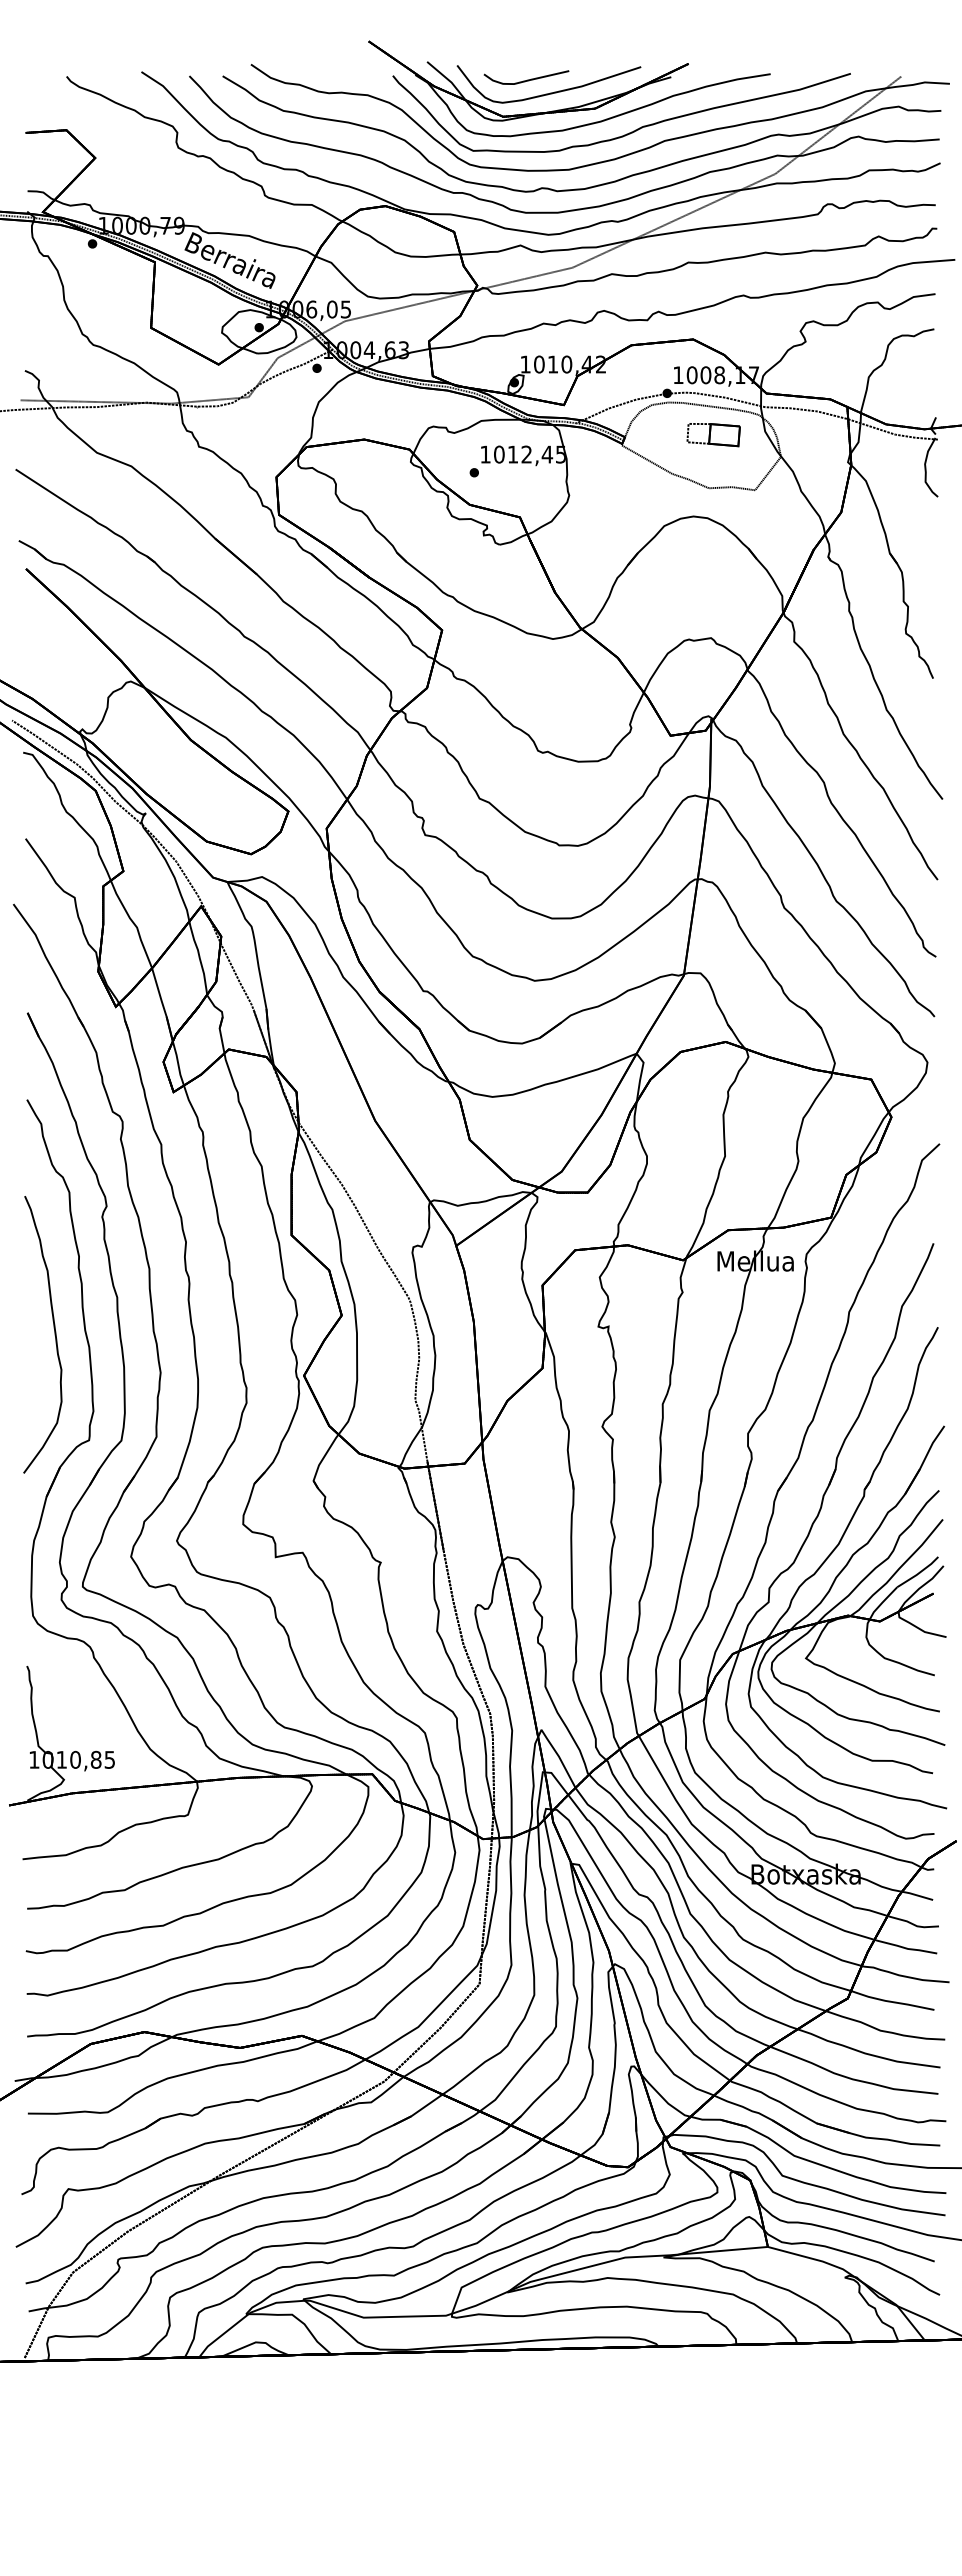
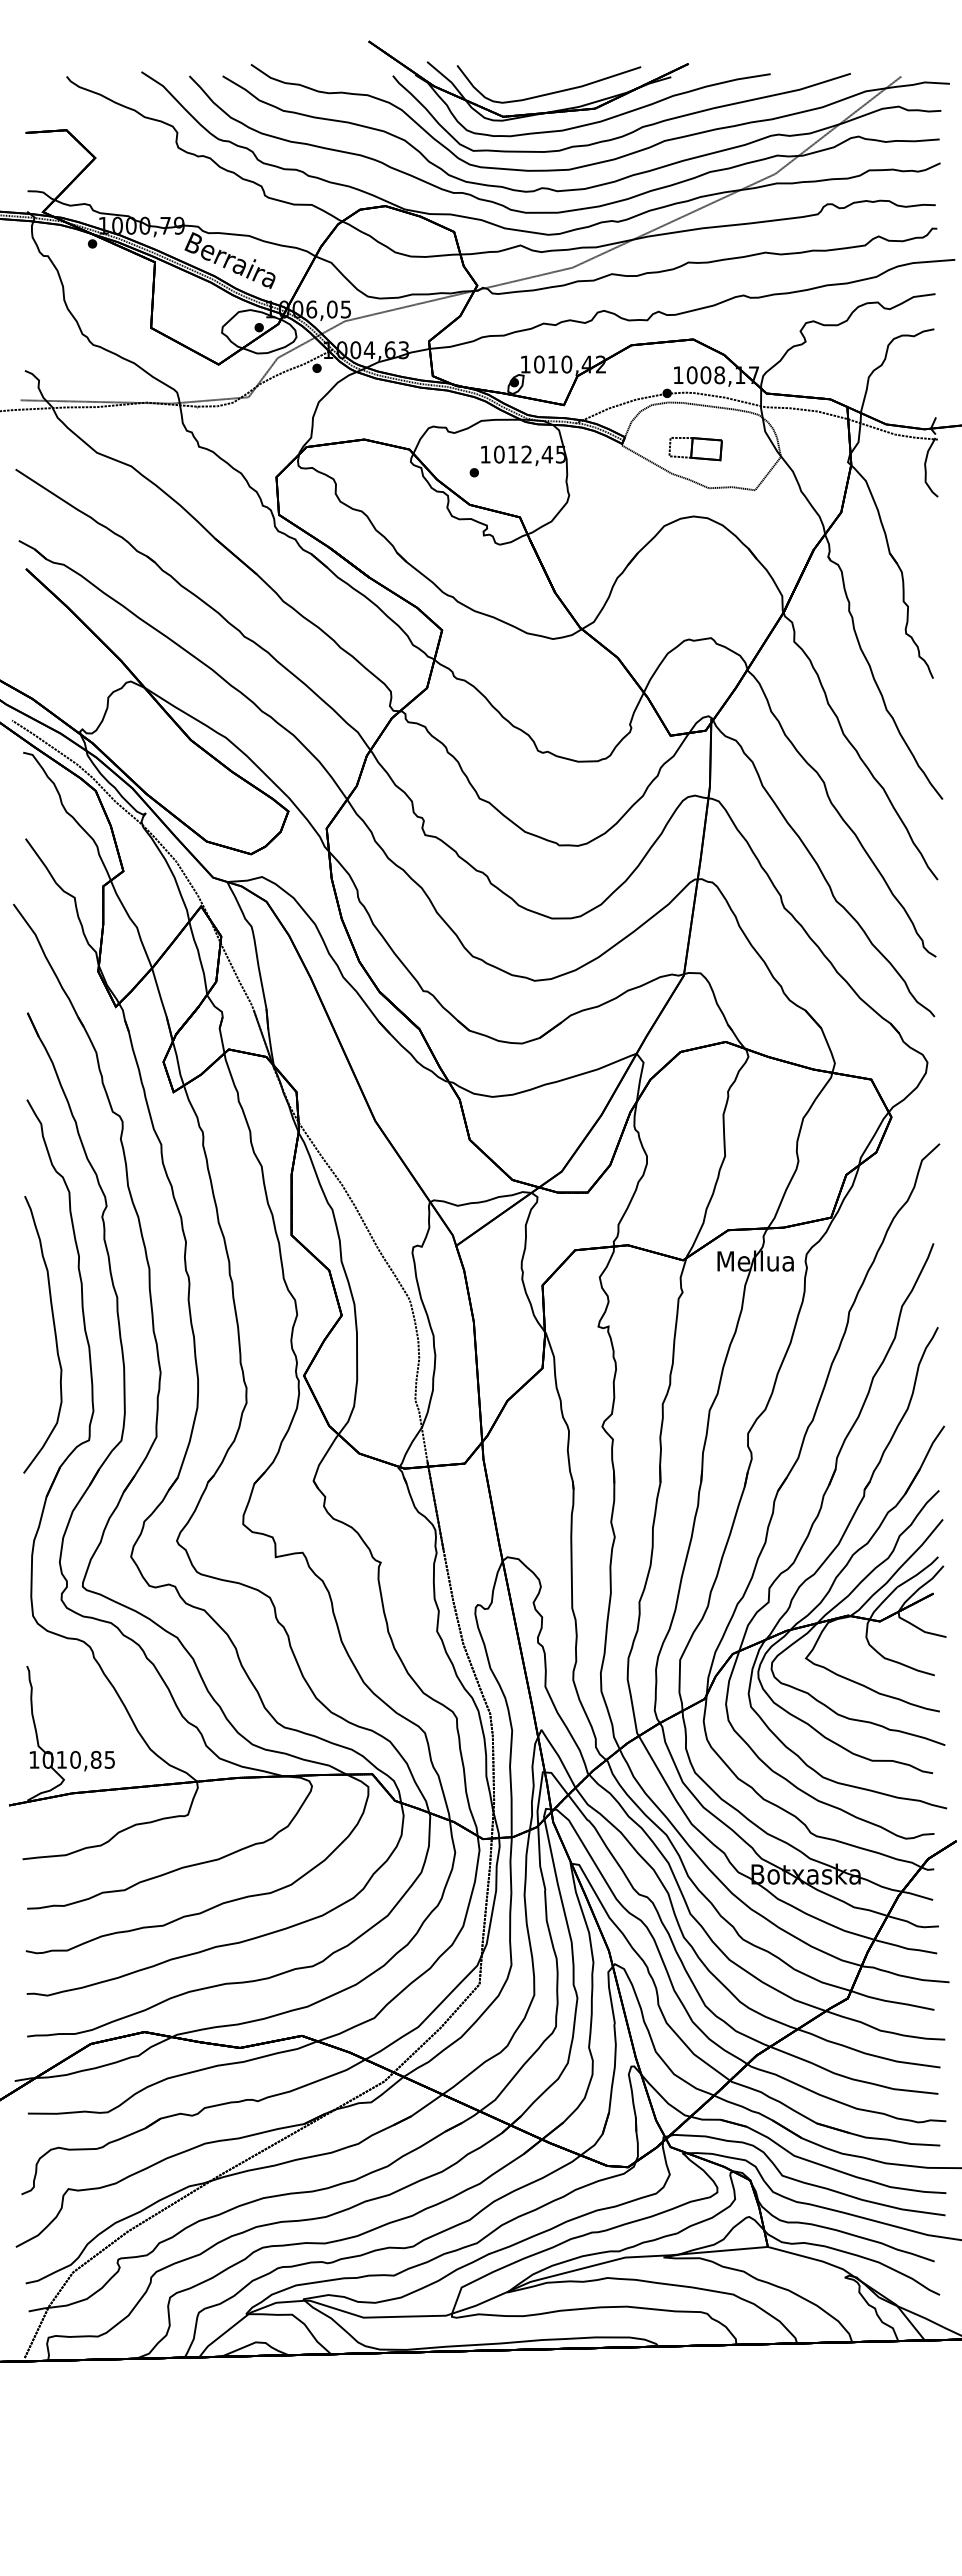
part at (526, 77): present -> none
part at (713, 435) position: (713, 435) -> (695, 449)
